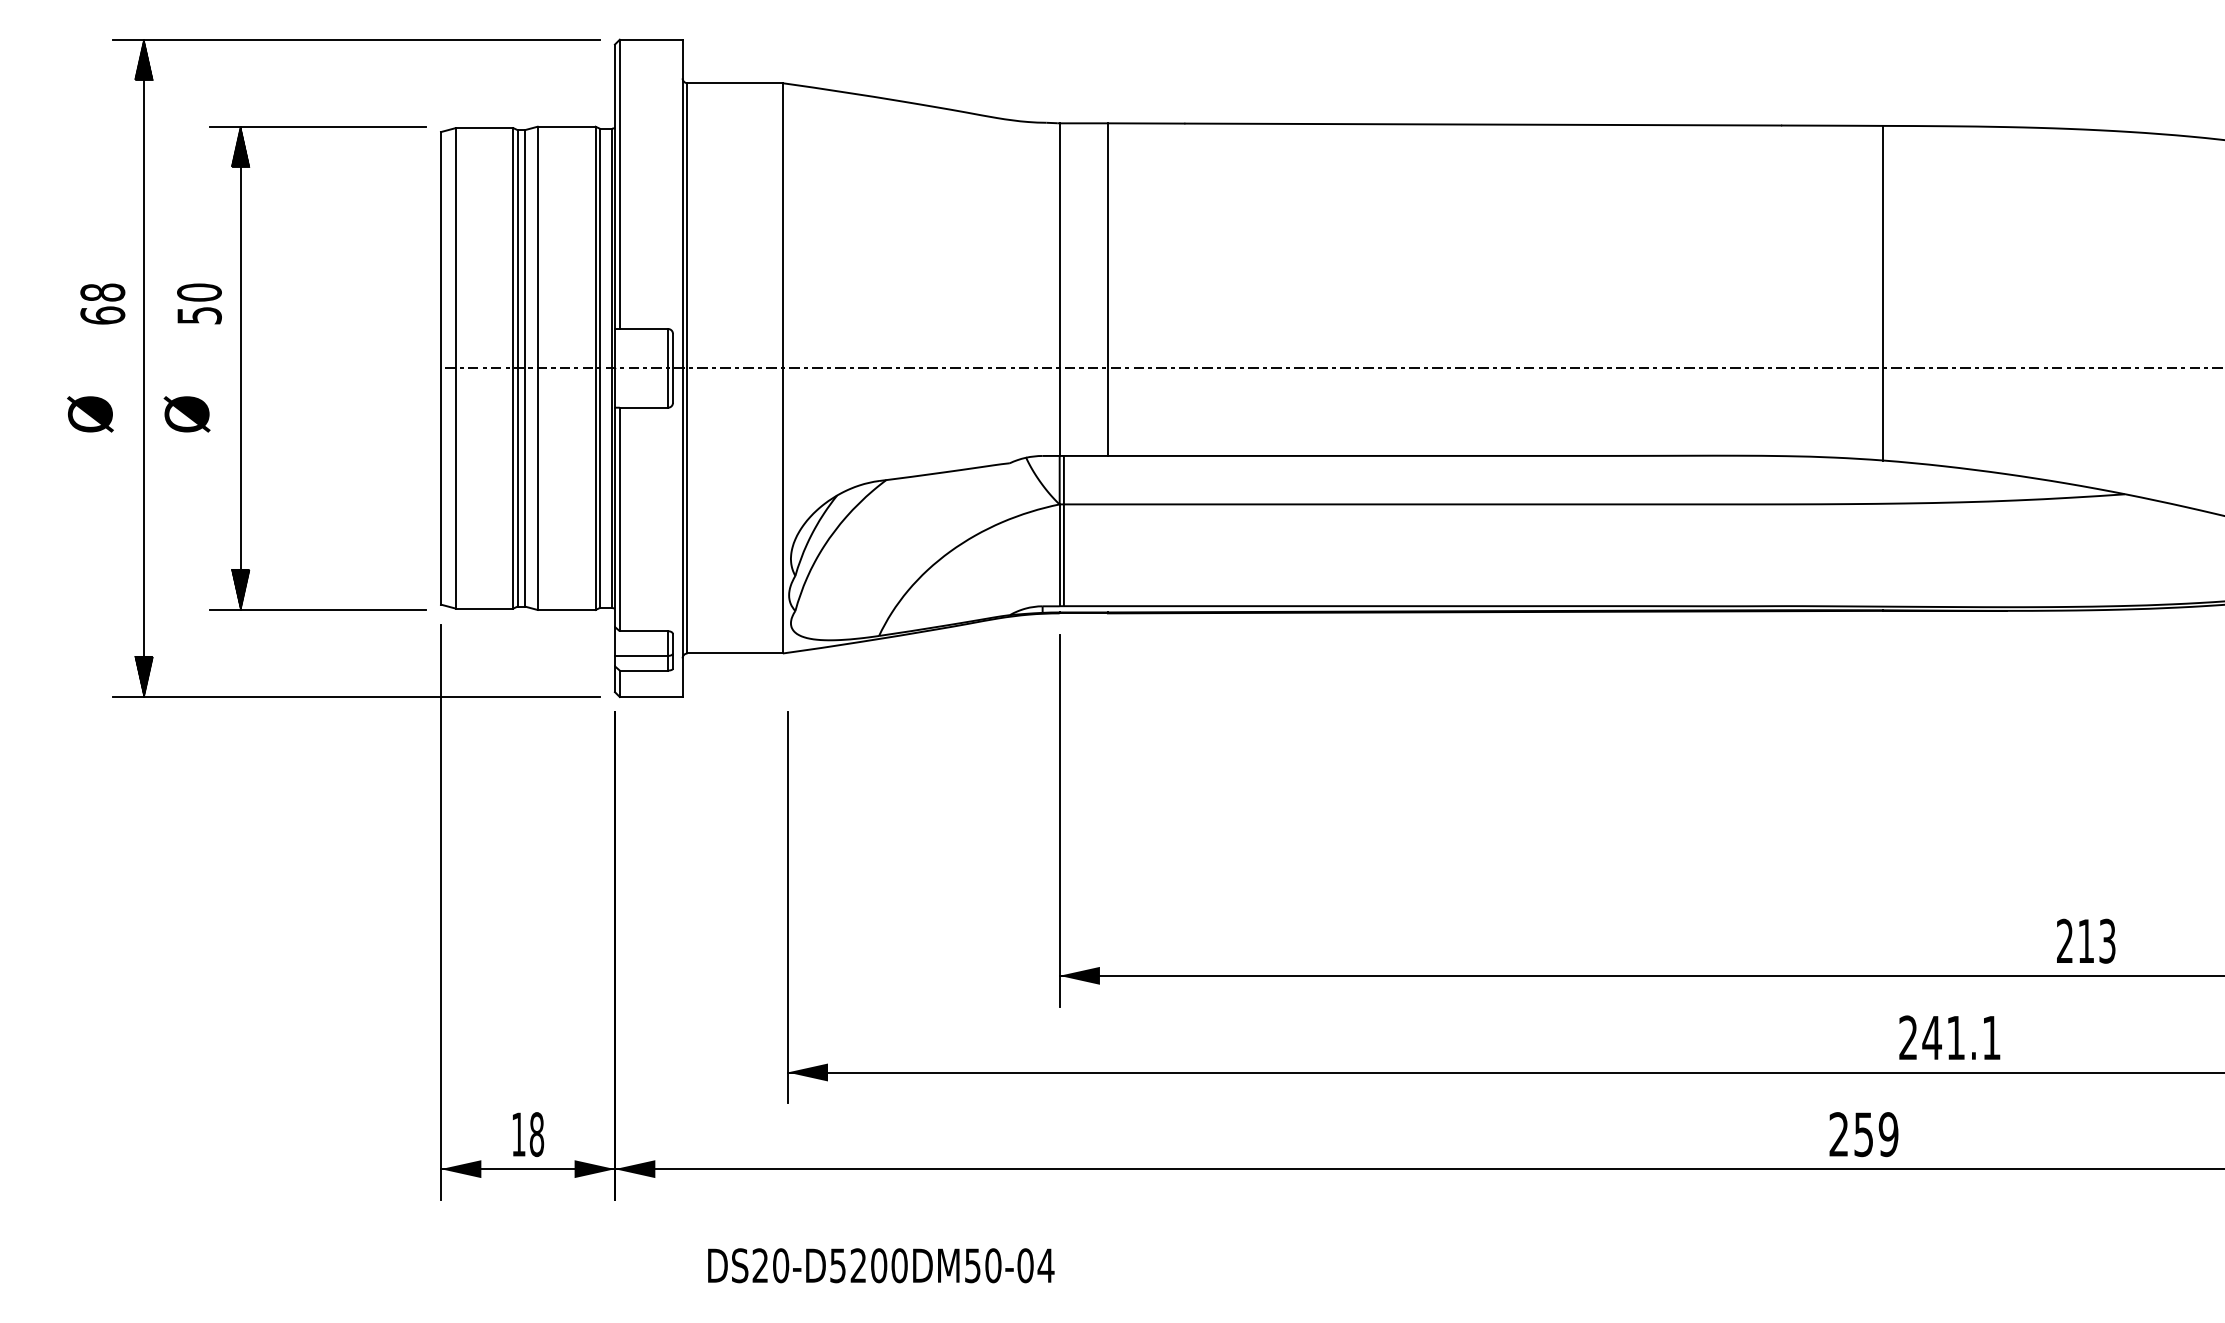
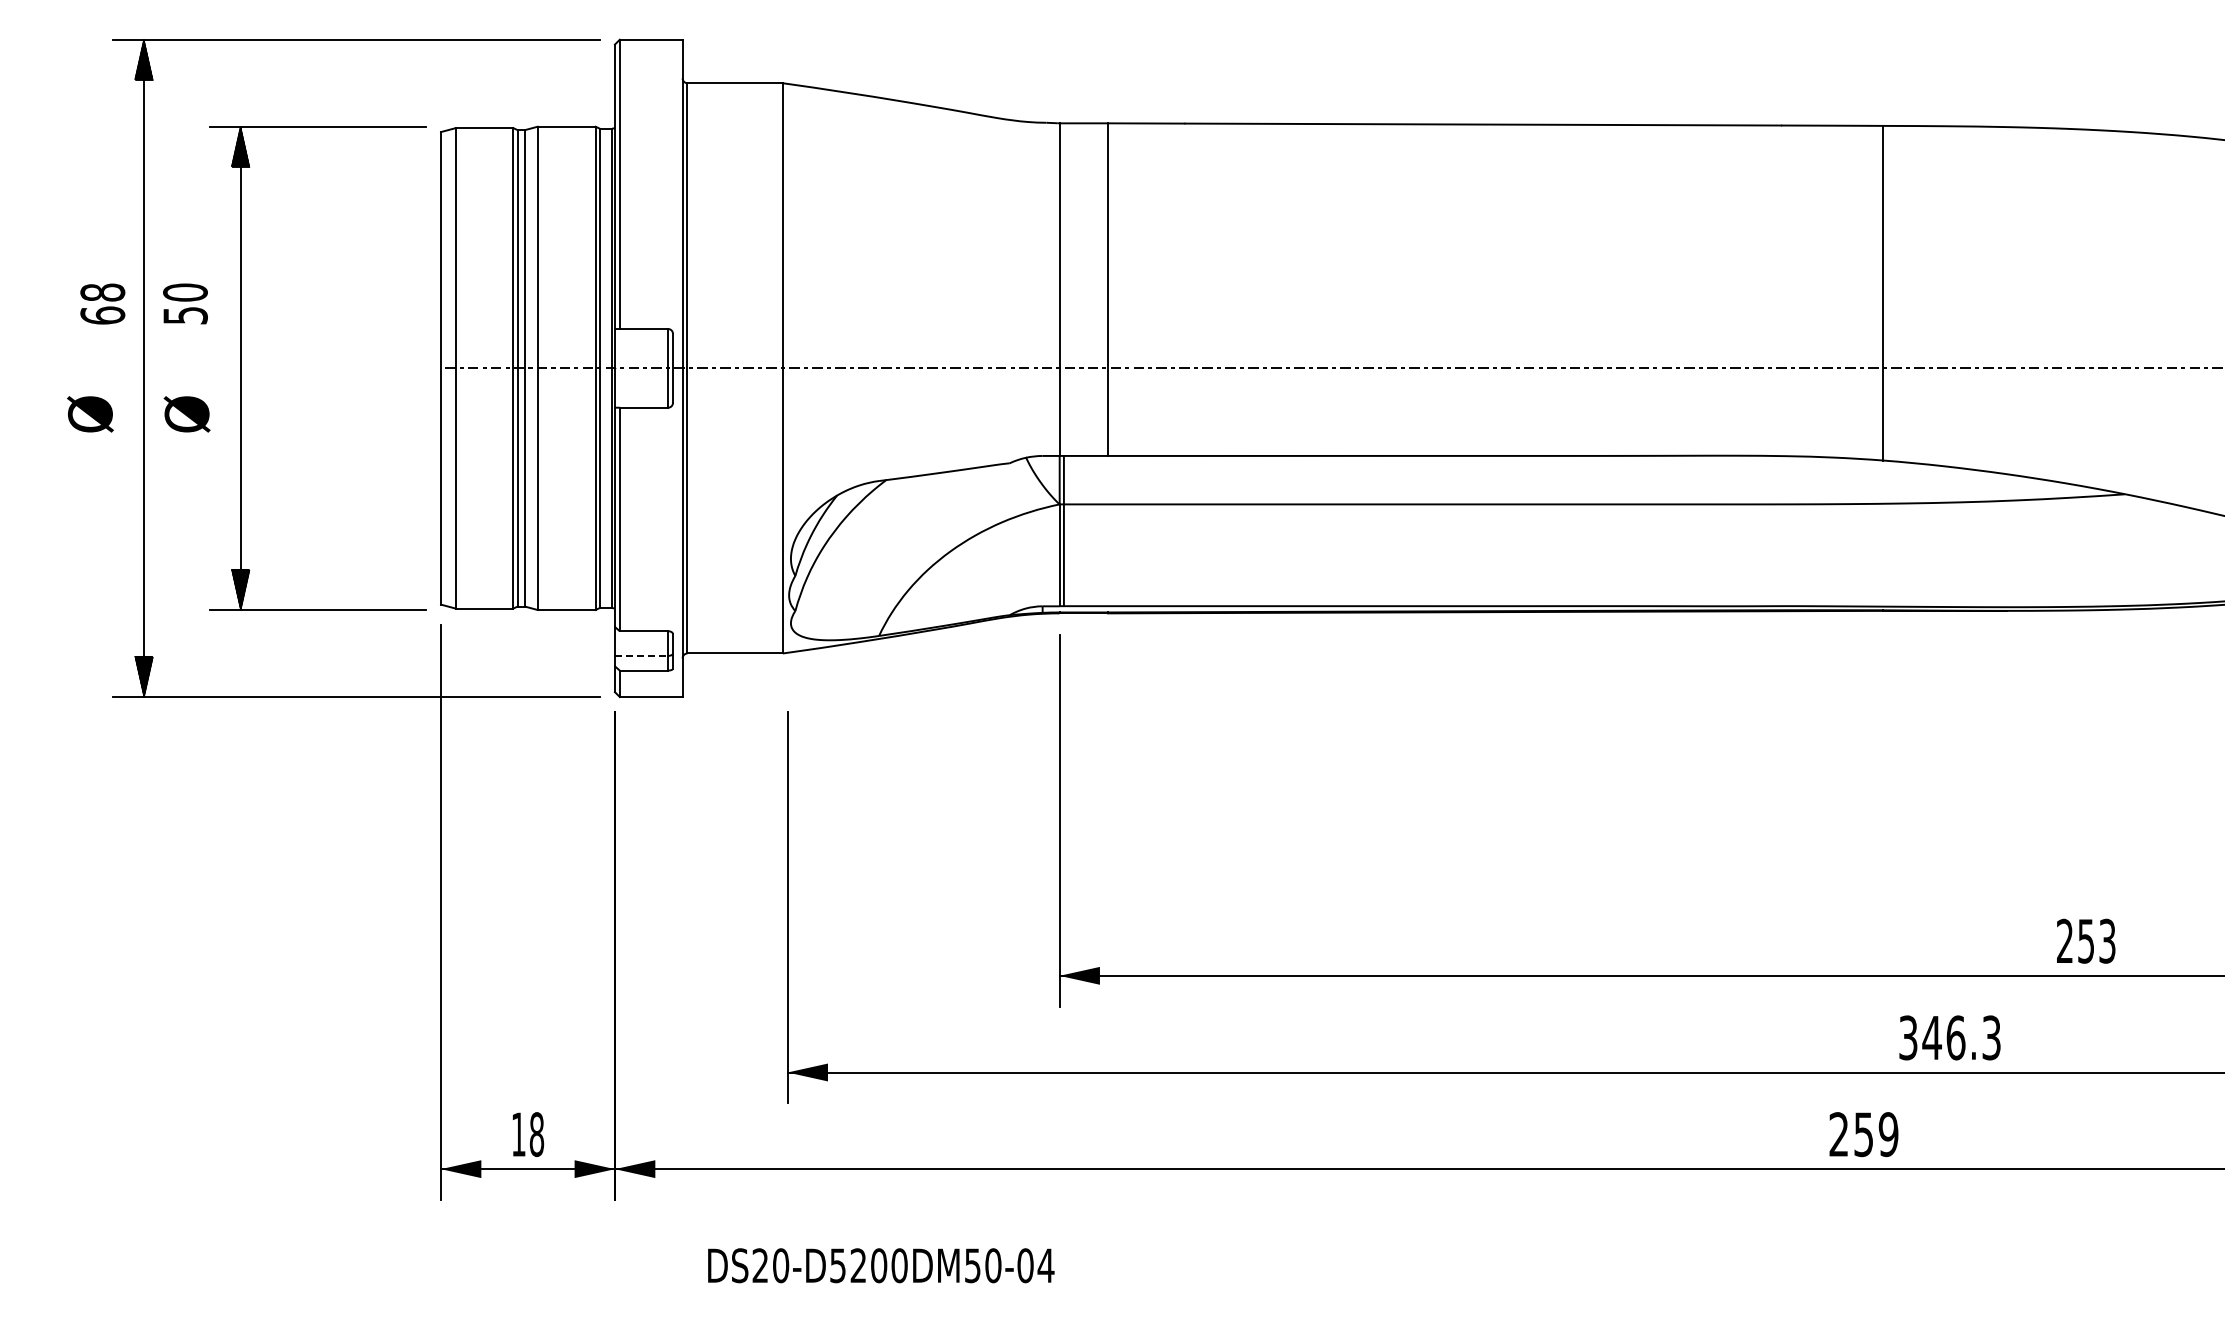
text at (199, 303) position: (199, 303) -> (185, 303)
line at (641, 655): solid -> dashed
text at (2085, 941): 213 -> 253
text at (1949, 1037): 241.1 -> 346.3
